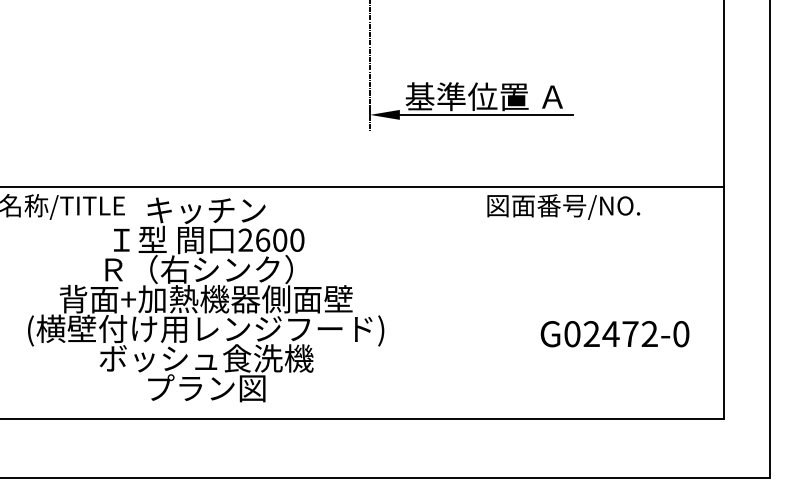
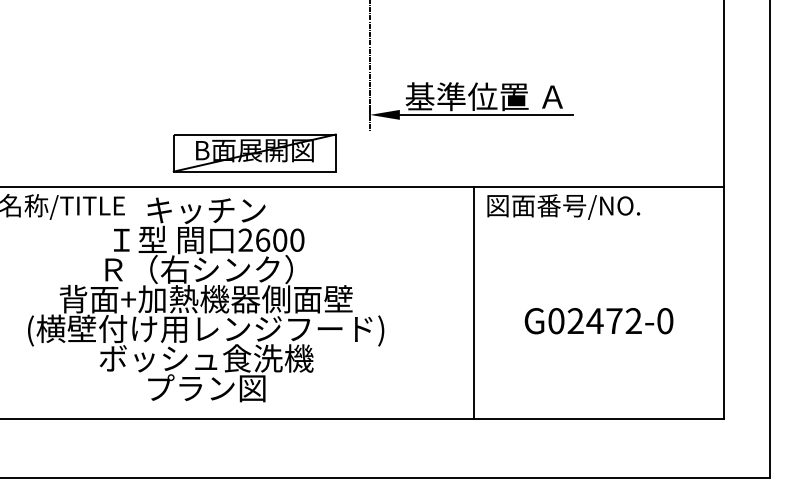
part at (254, 152): none -> present
line at (473, 302): none -> present
text at (614, 334) position: (614, 334) -> (598, 321)
